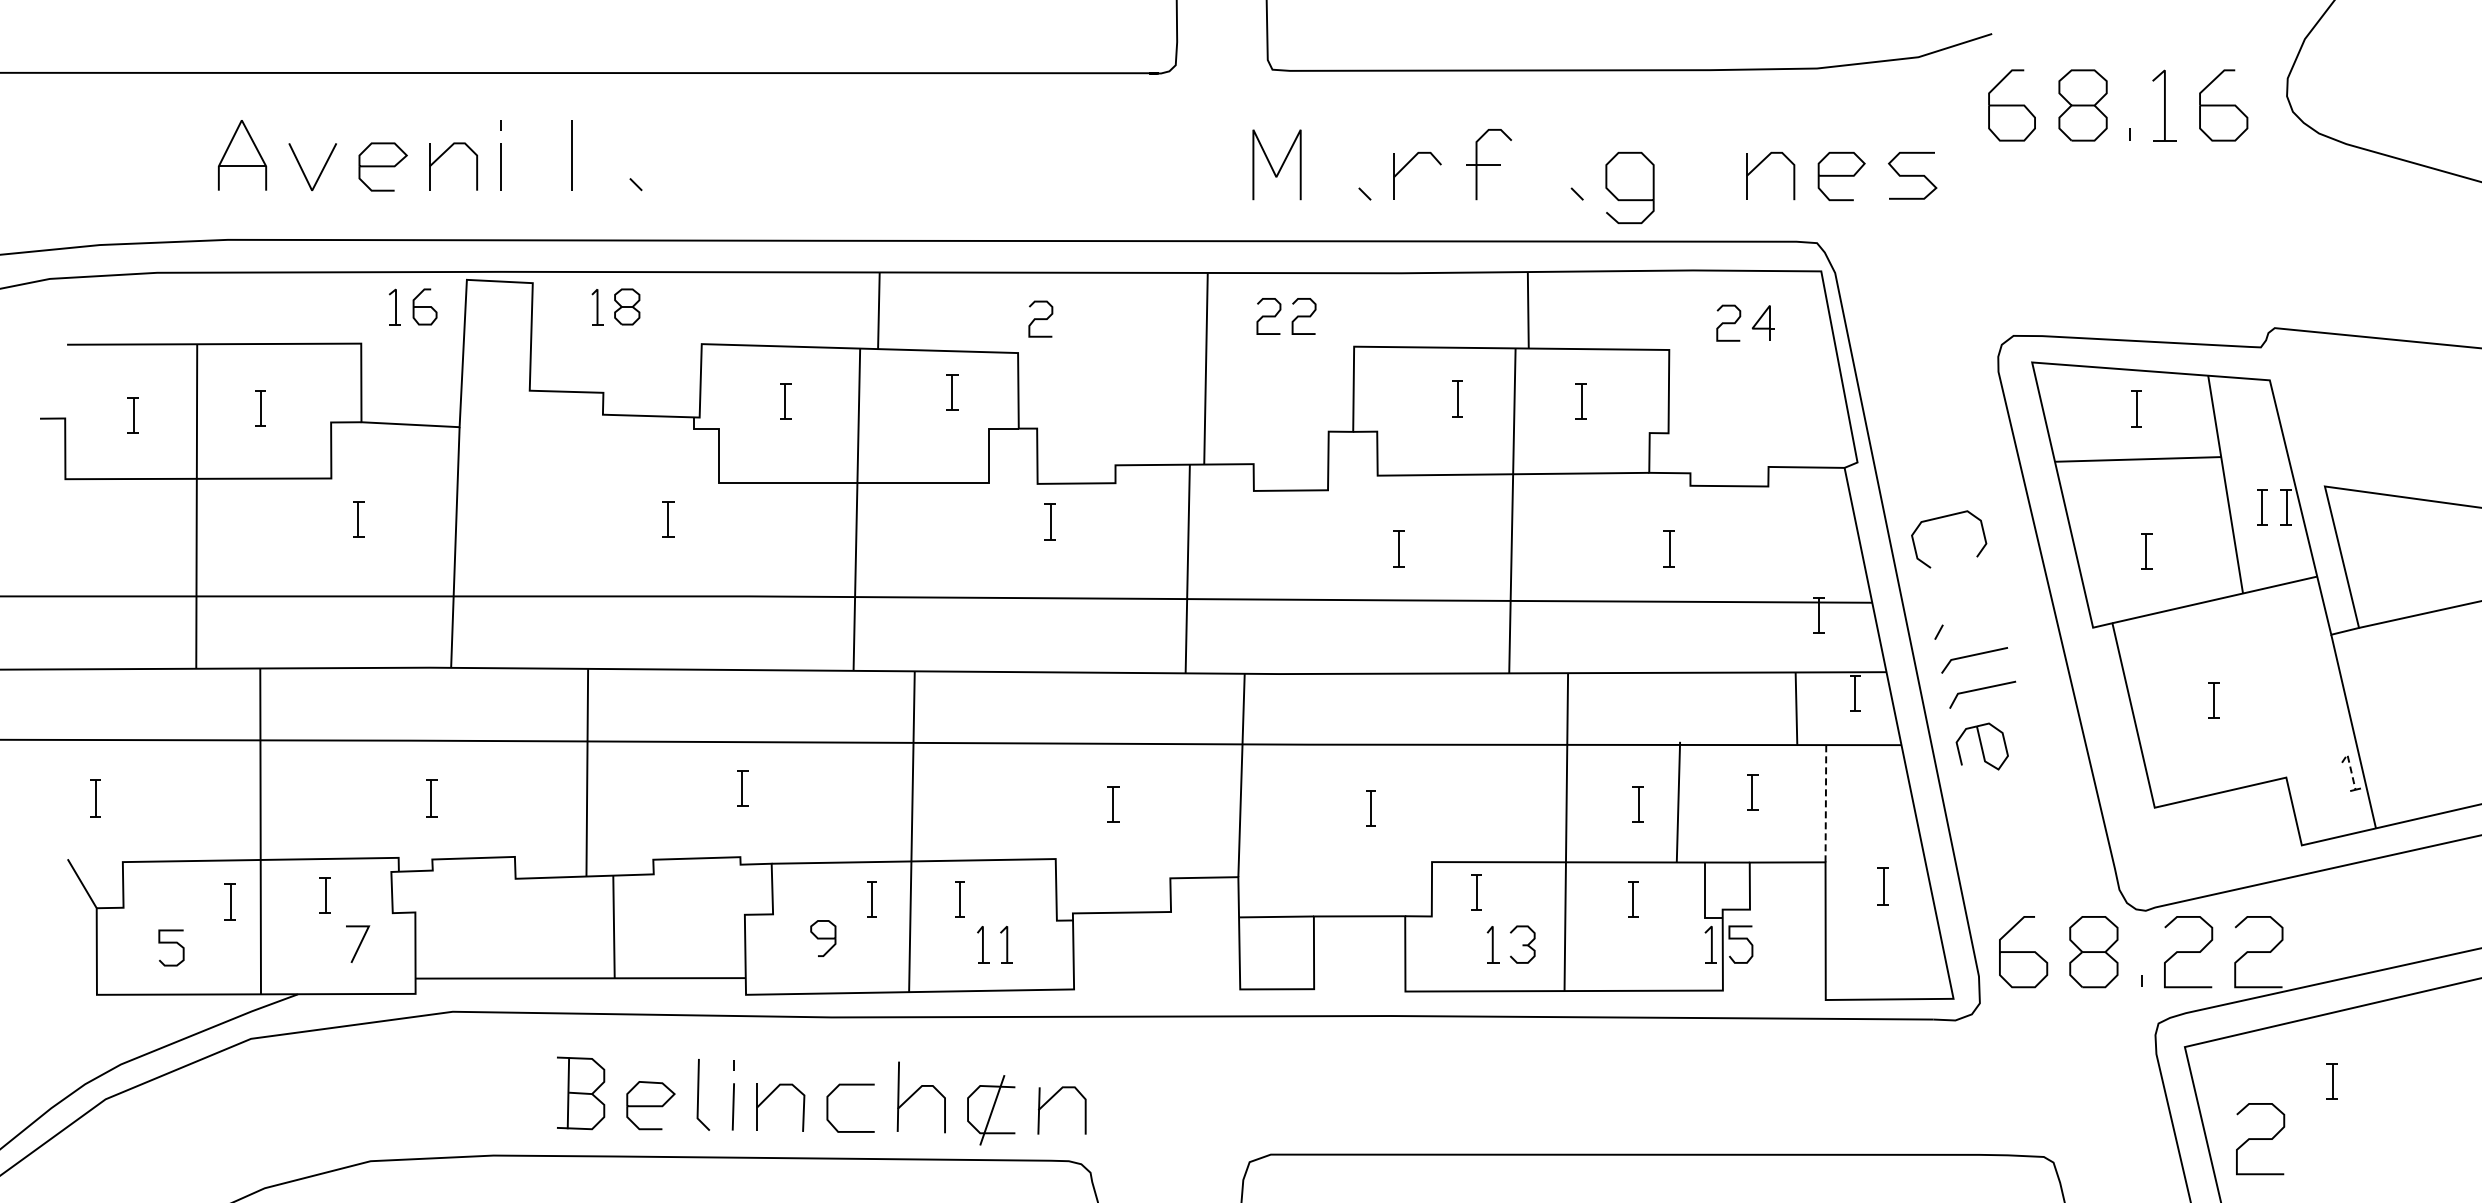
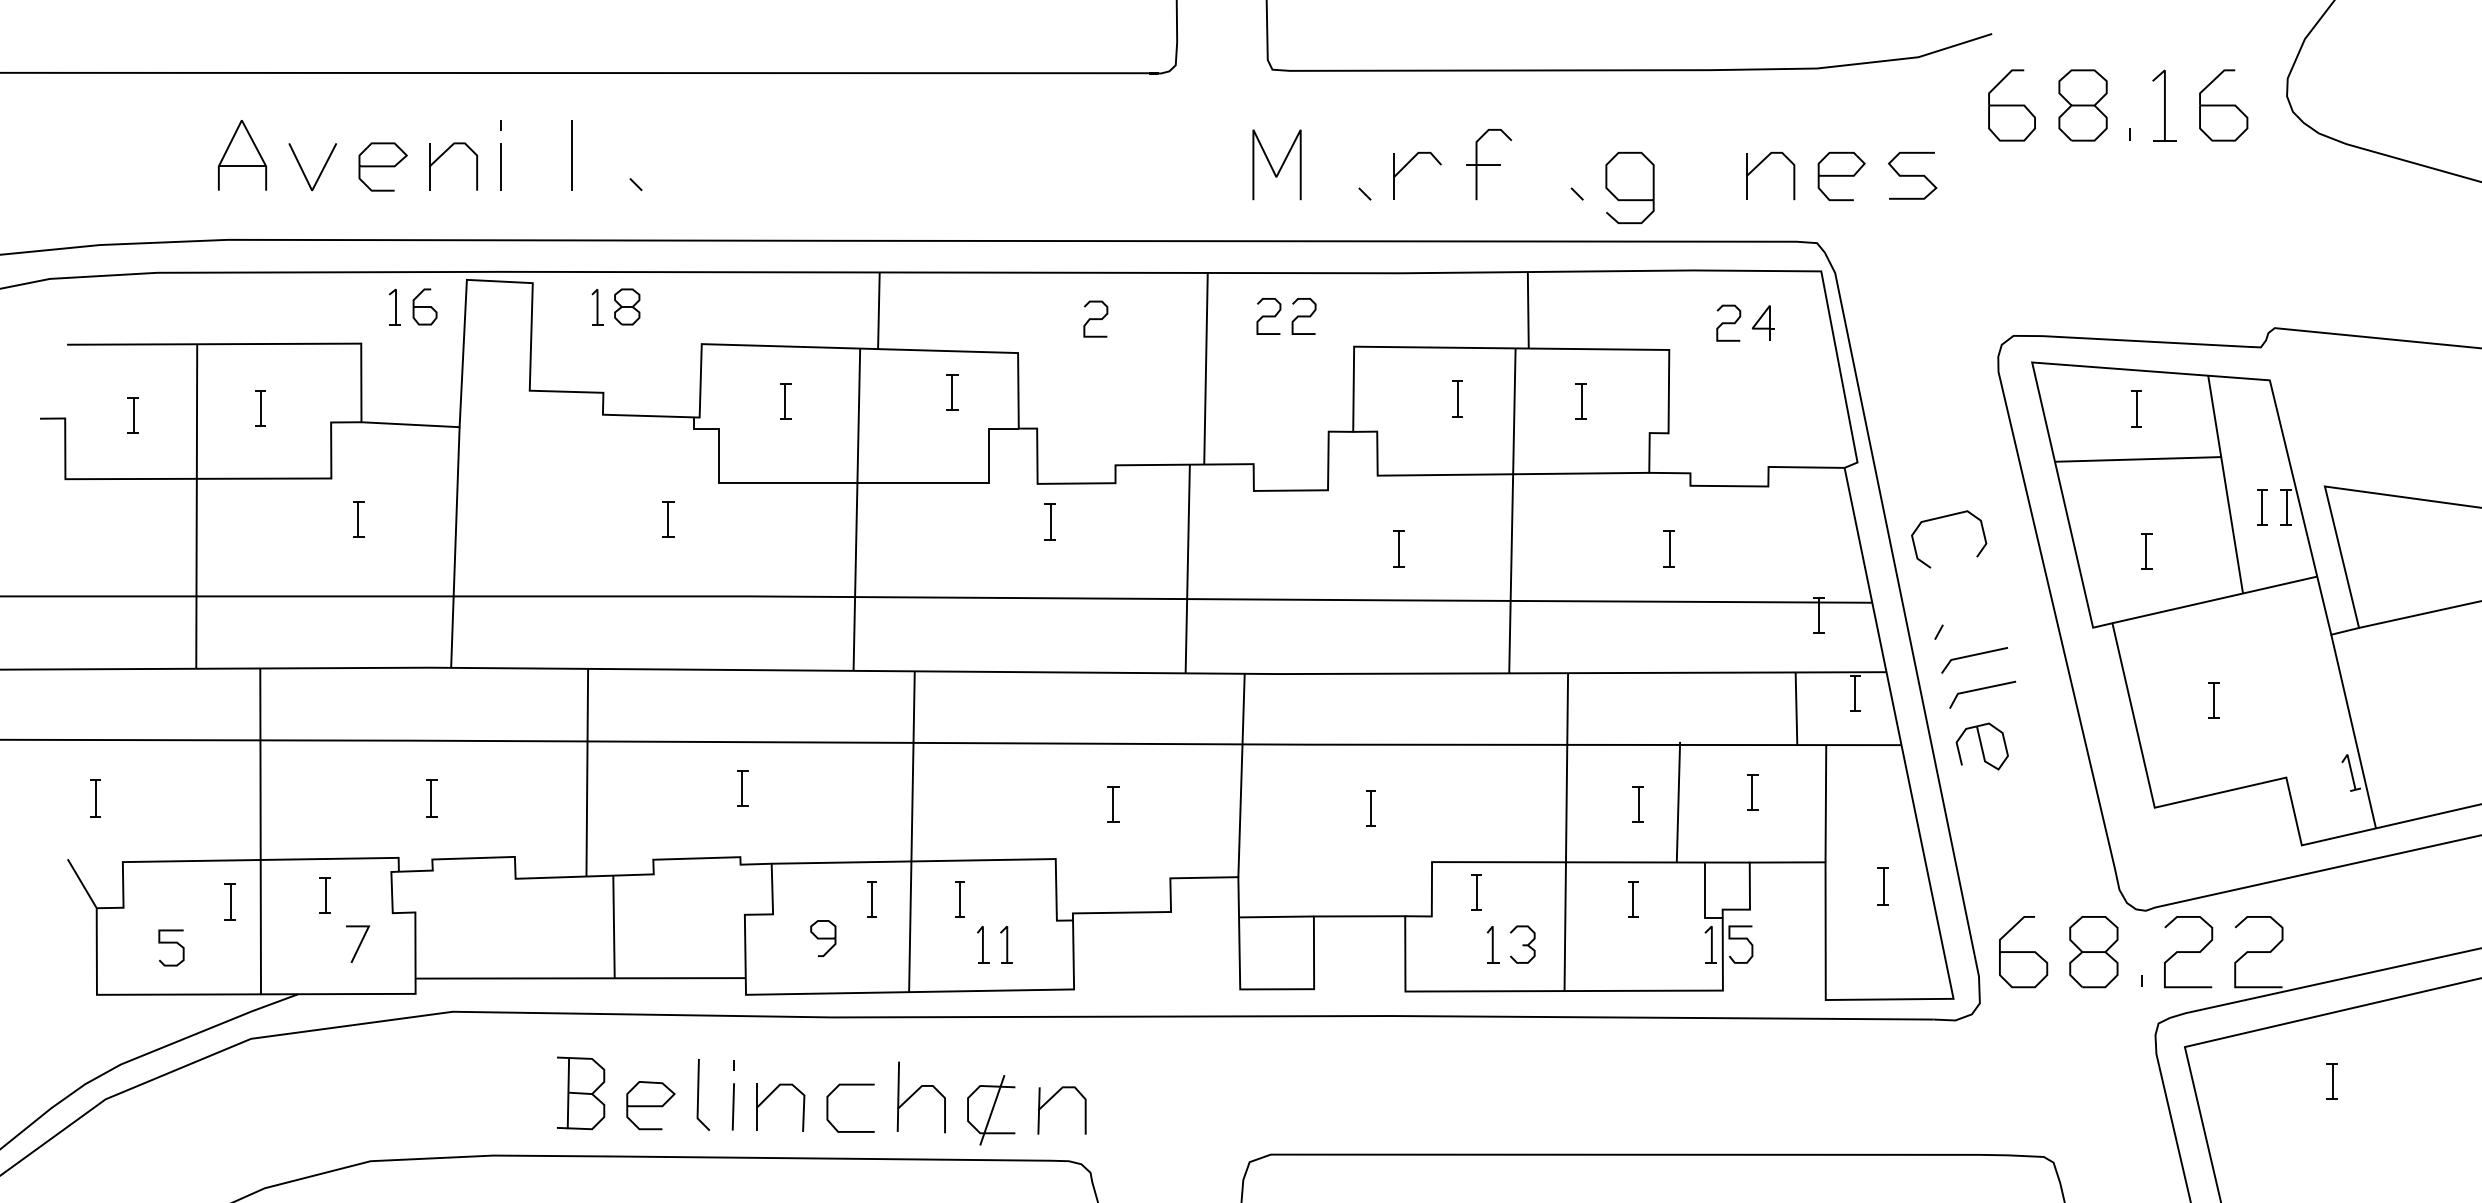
curve at (1040, 318) position: (1040, 318) -> (1095, 318)
line at (2350, 767): dashed -> solid
line at (1825, 802): dashed -> solid
curve at (2260, 1139): present -> none
